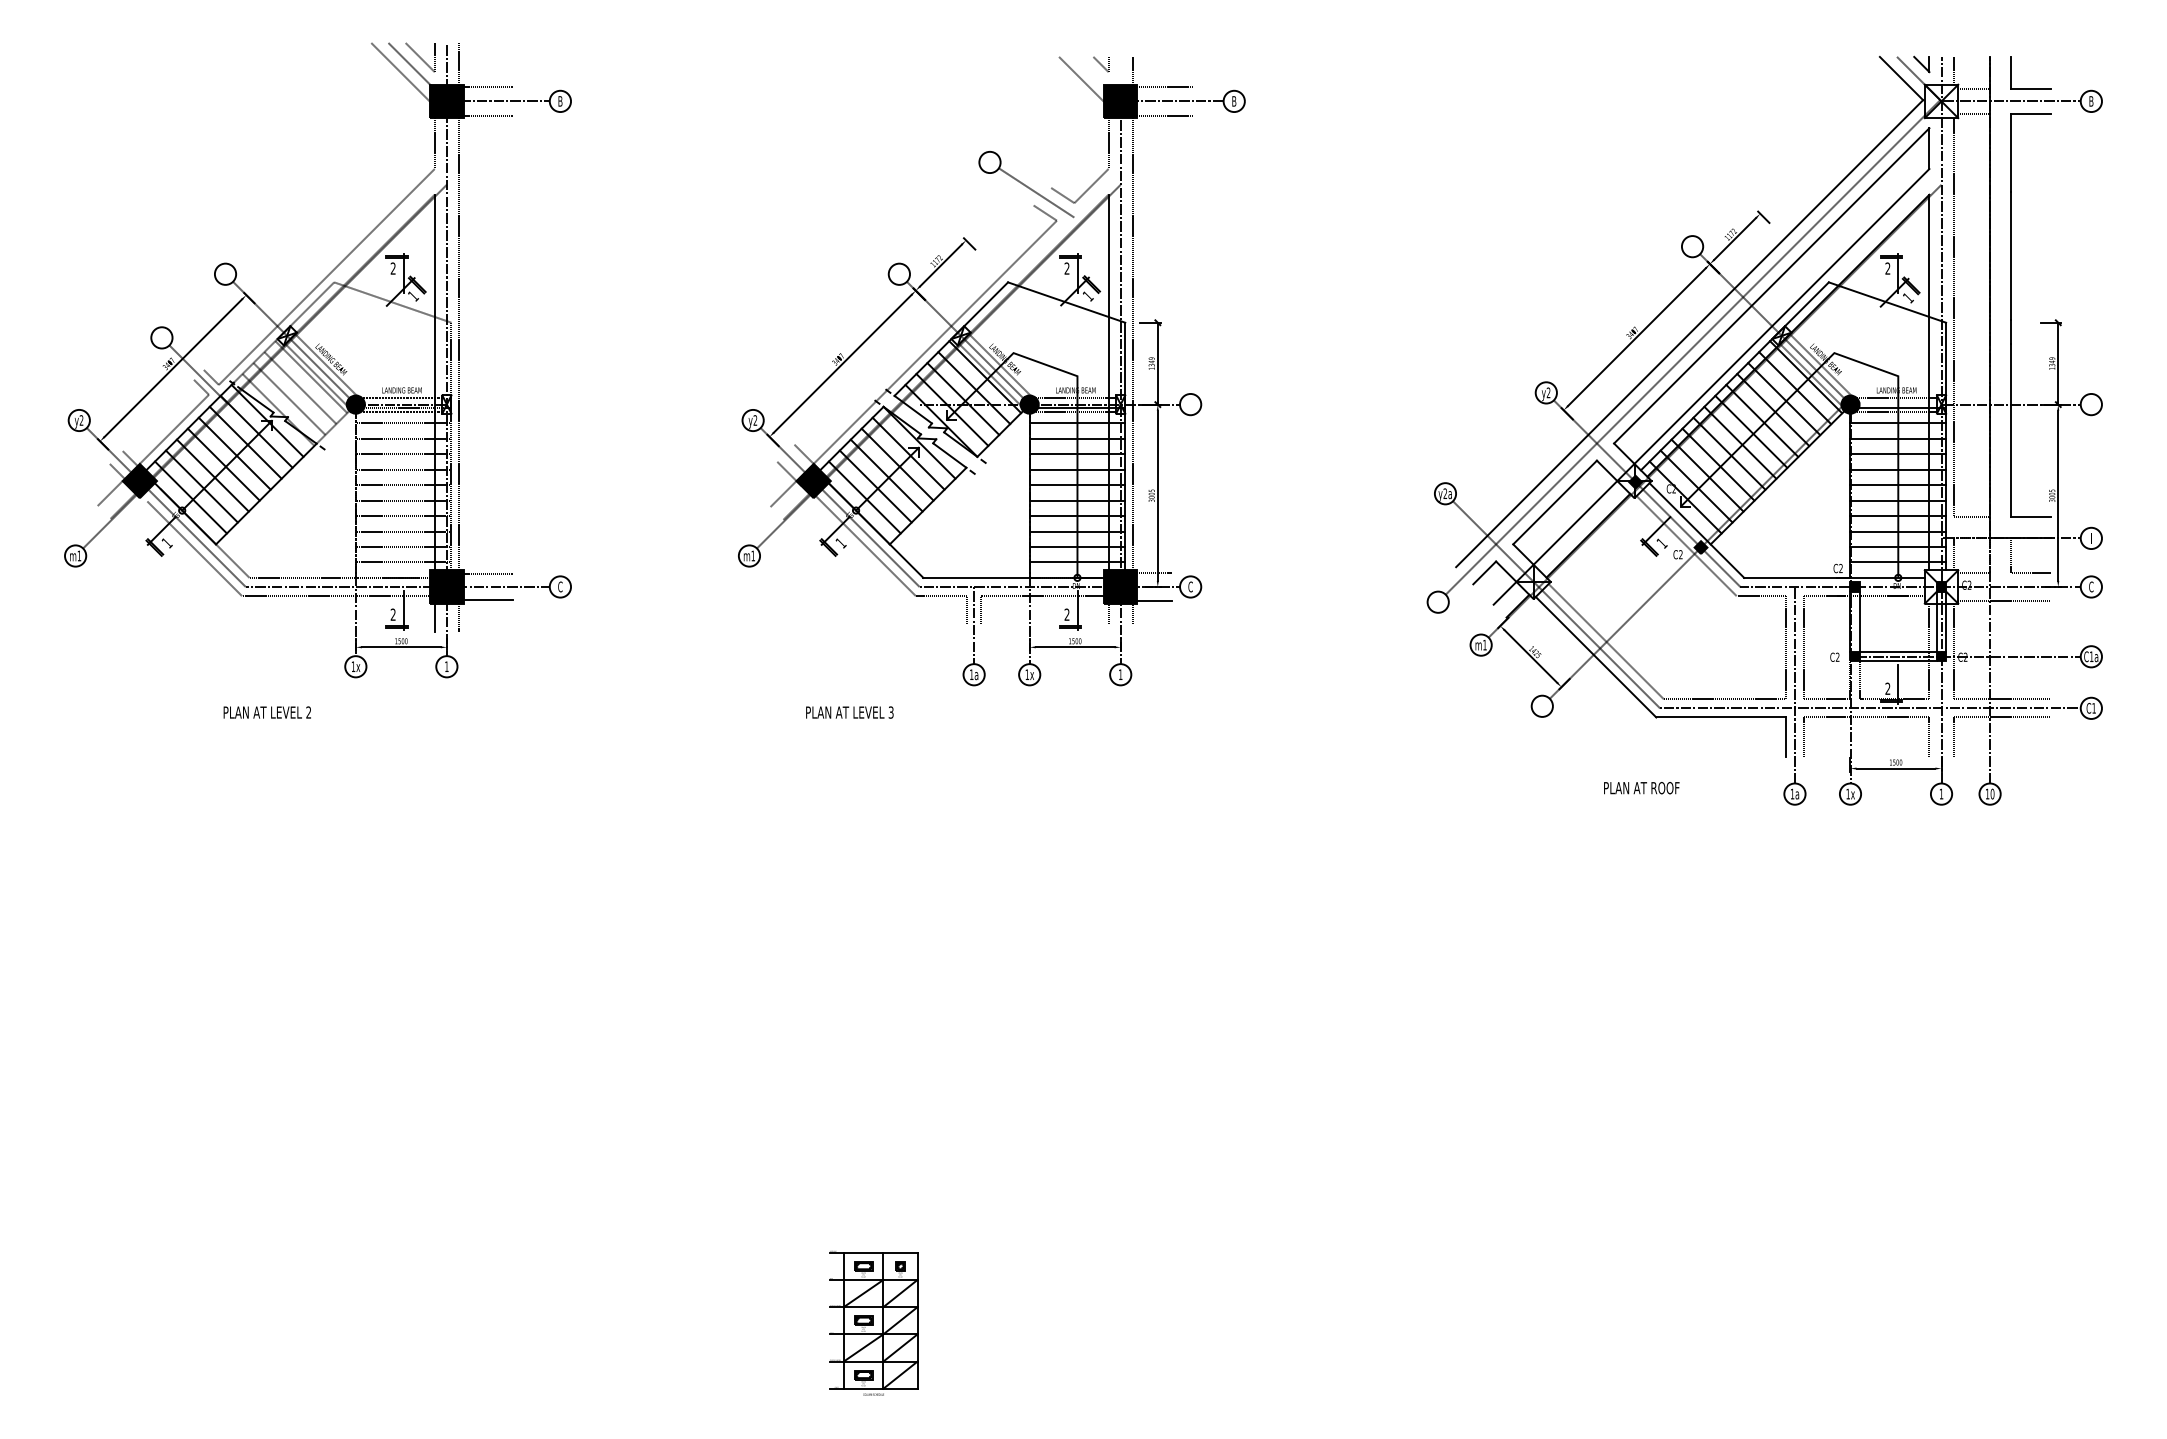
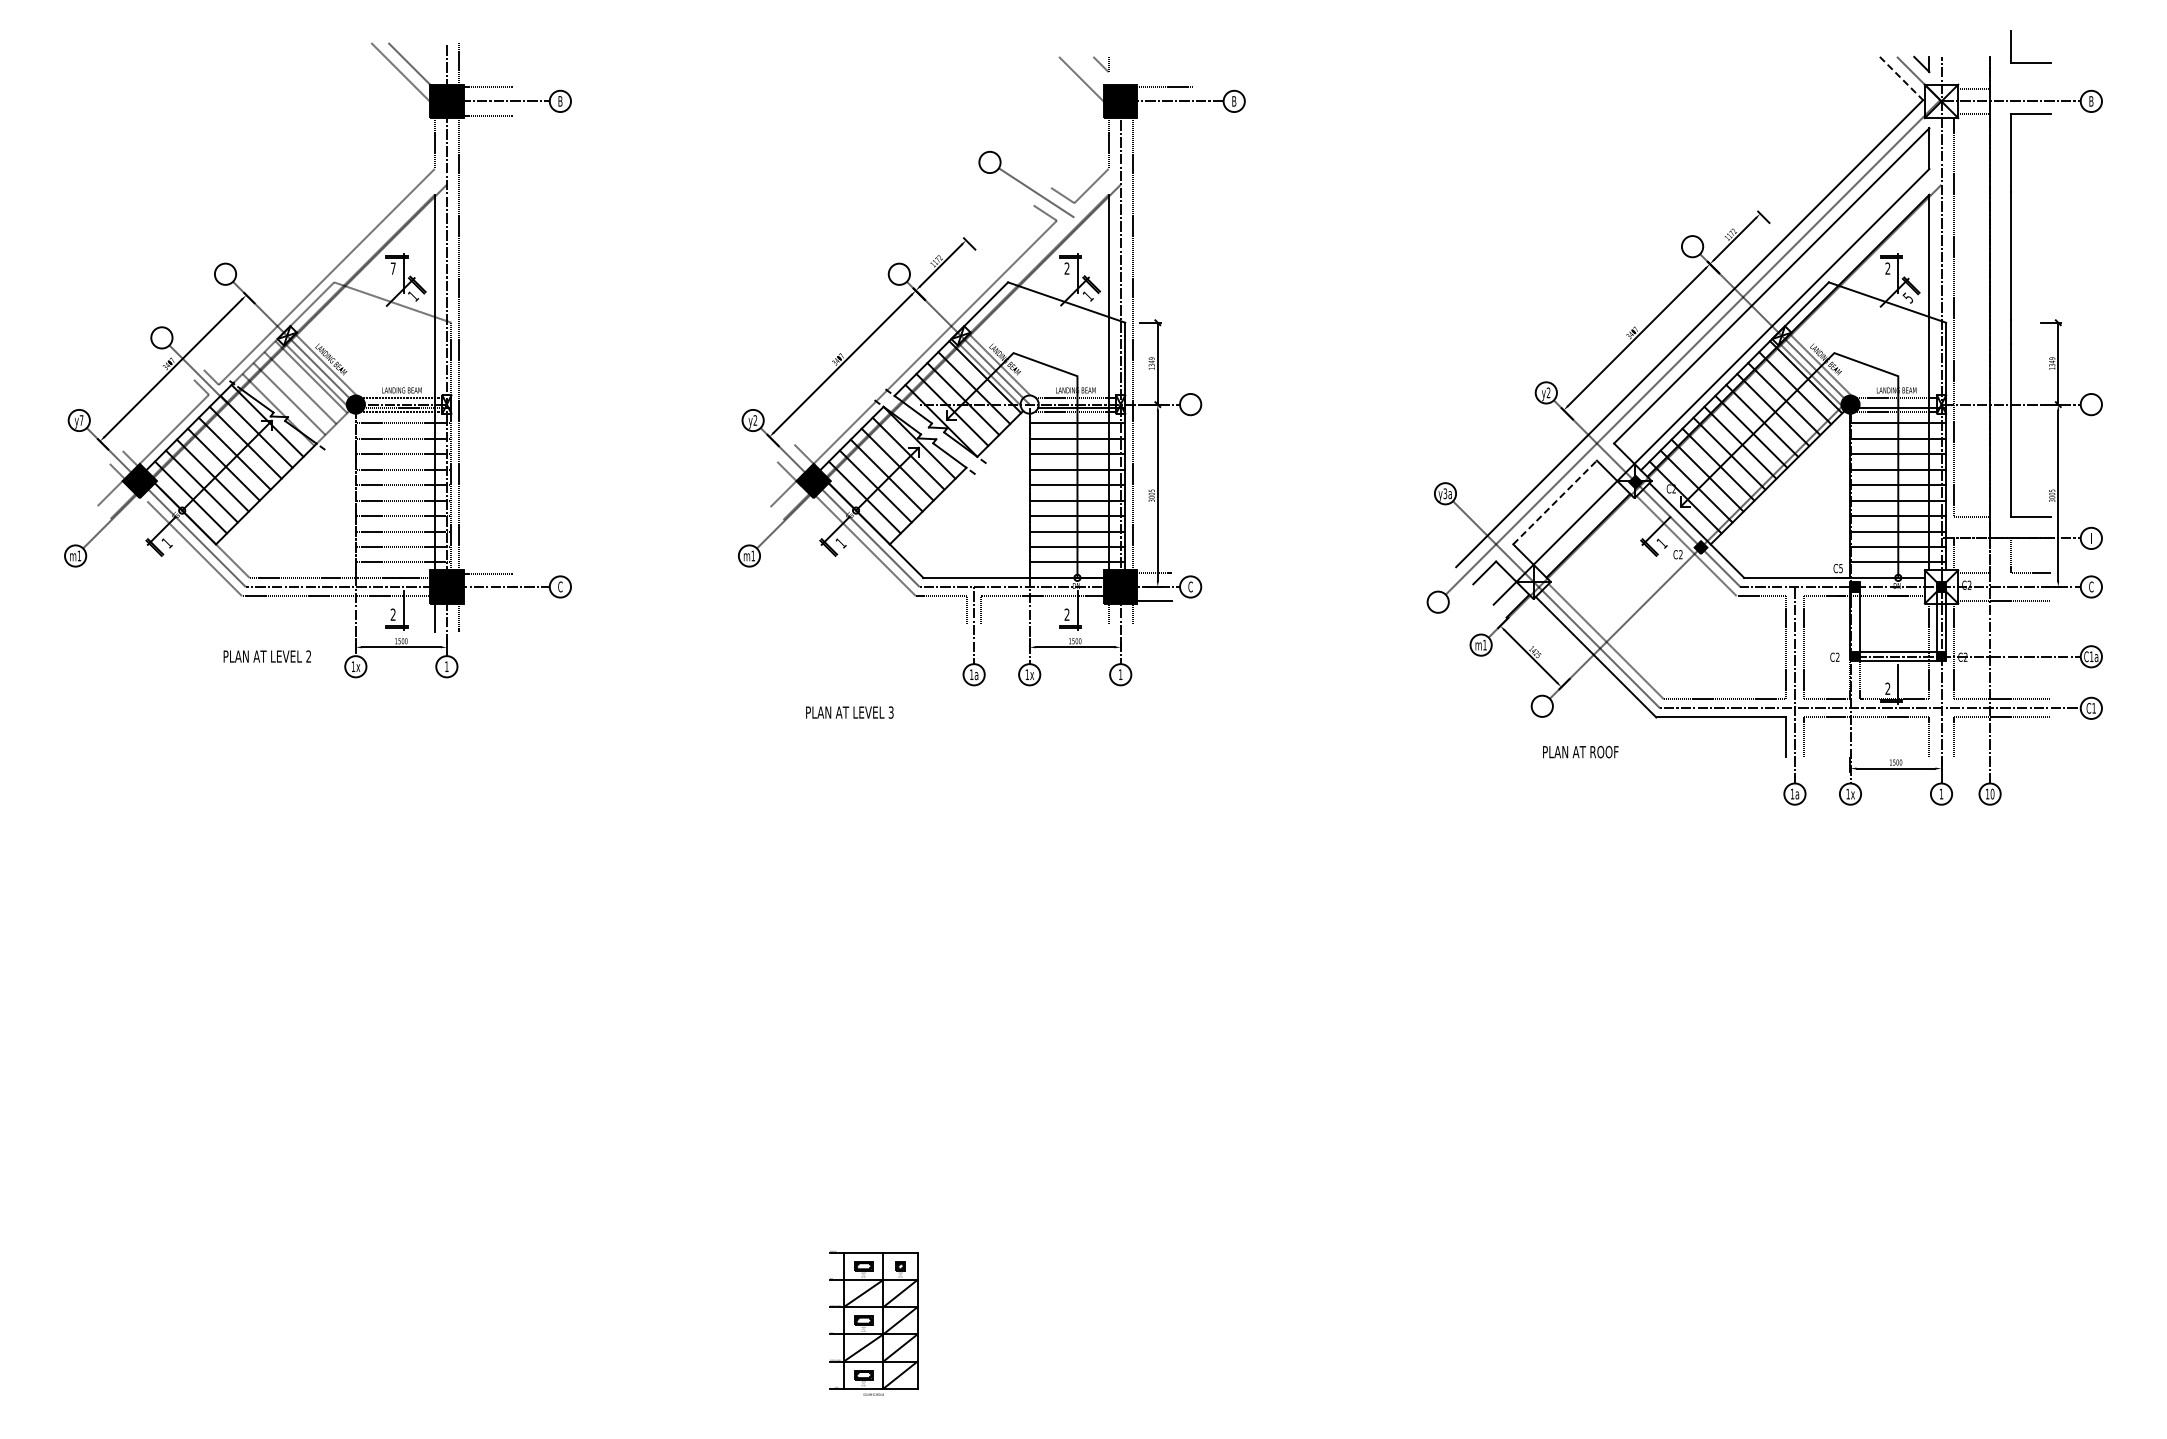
part at (420, 57): present -> none
line at (1132, 70): present -> none
line at (1953, 70): present -> none
line at (1901, 78): solid -> dashed
part at (2030, 88) position: (2030, 88) -> (2030, 62)
line at (1164, 115): present -> none
text at (392, 268): 2 -> 7
text at (1907, 297): 1 -> 5
fill at (1029, 404): present -> none
text at (81, 420): y2 -> y7
text at (1445, 494): y2a -> y3a
line at (1555, 502): solid -> dashed
text at (1840, 568): C2 -> C5
line at (488, 599): present -> none
text at (266, 712) position: (266, 712) -> (266, 656)
text at (1641, 788) position: (1641, 788) -> (1580, 752)
